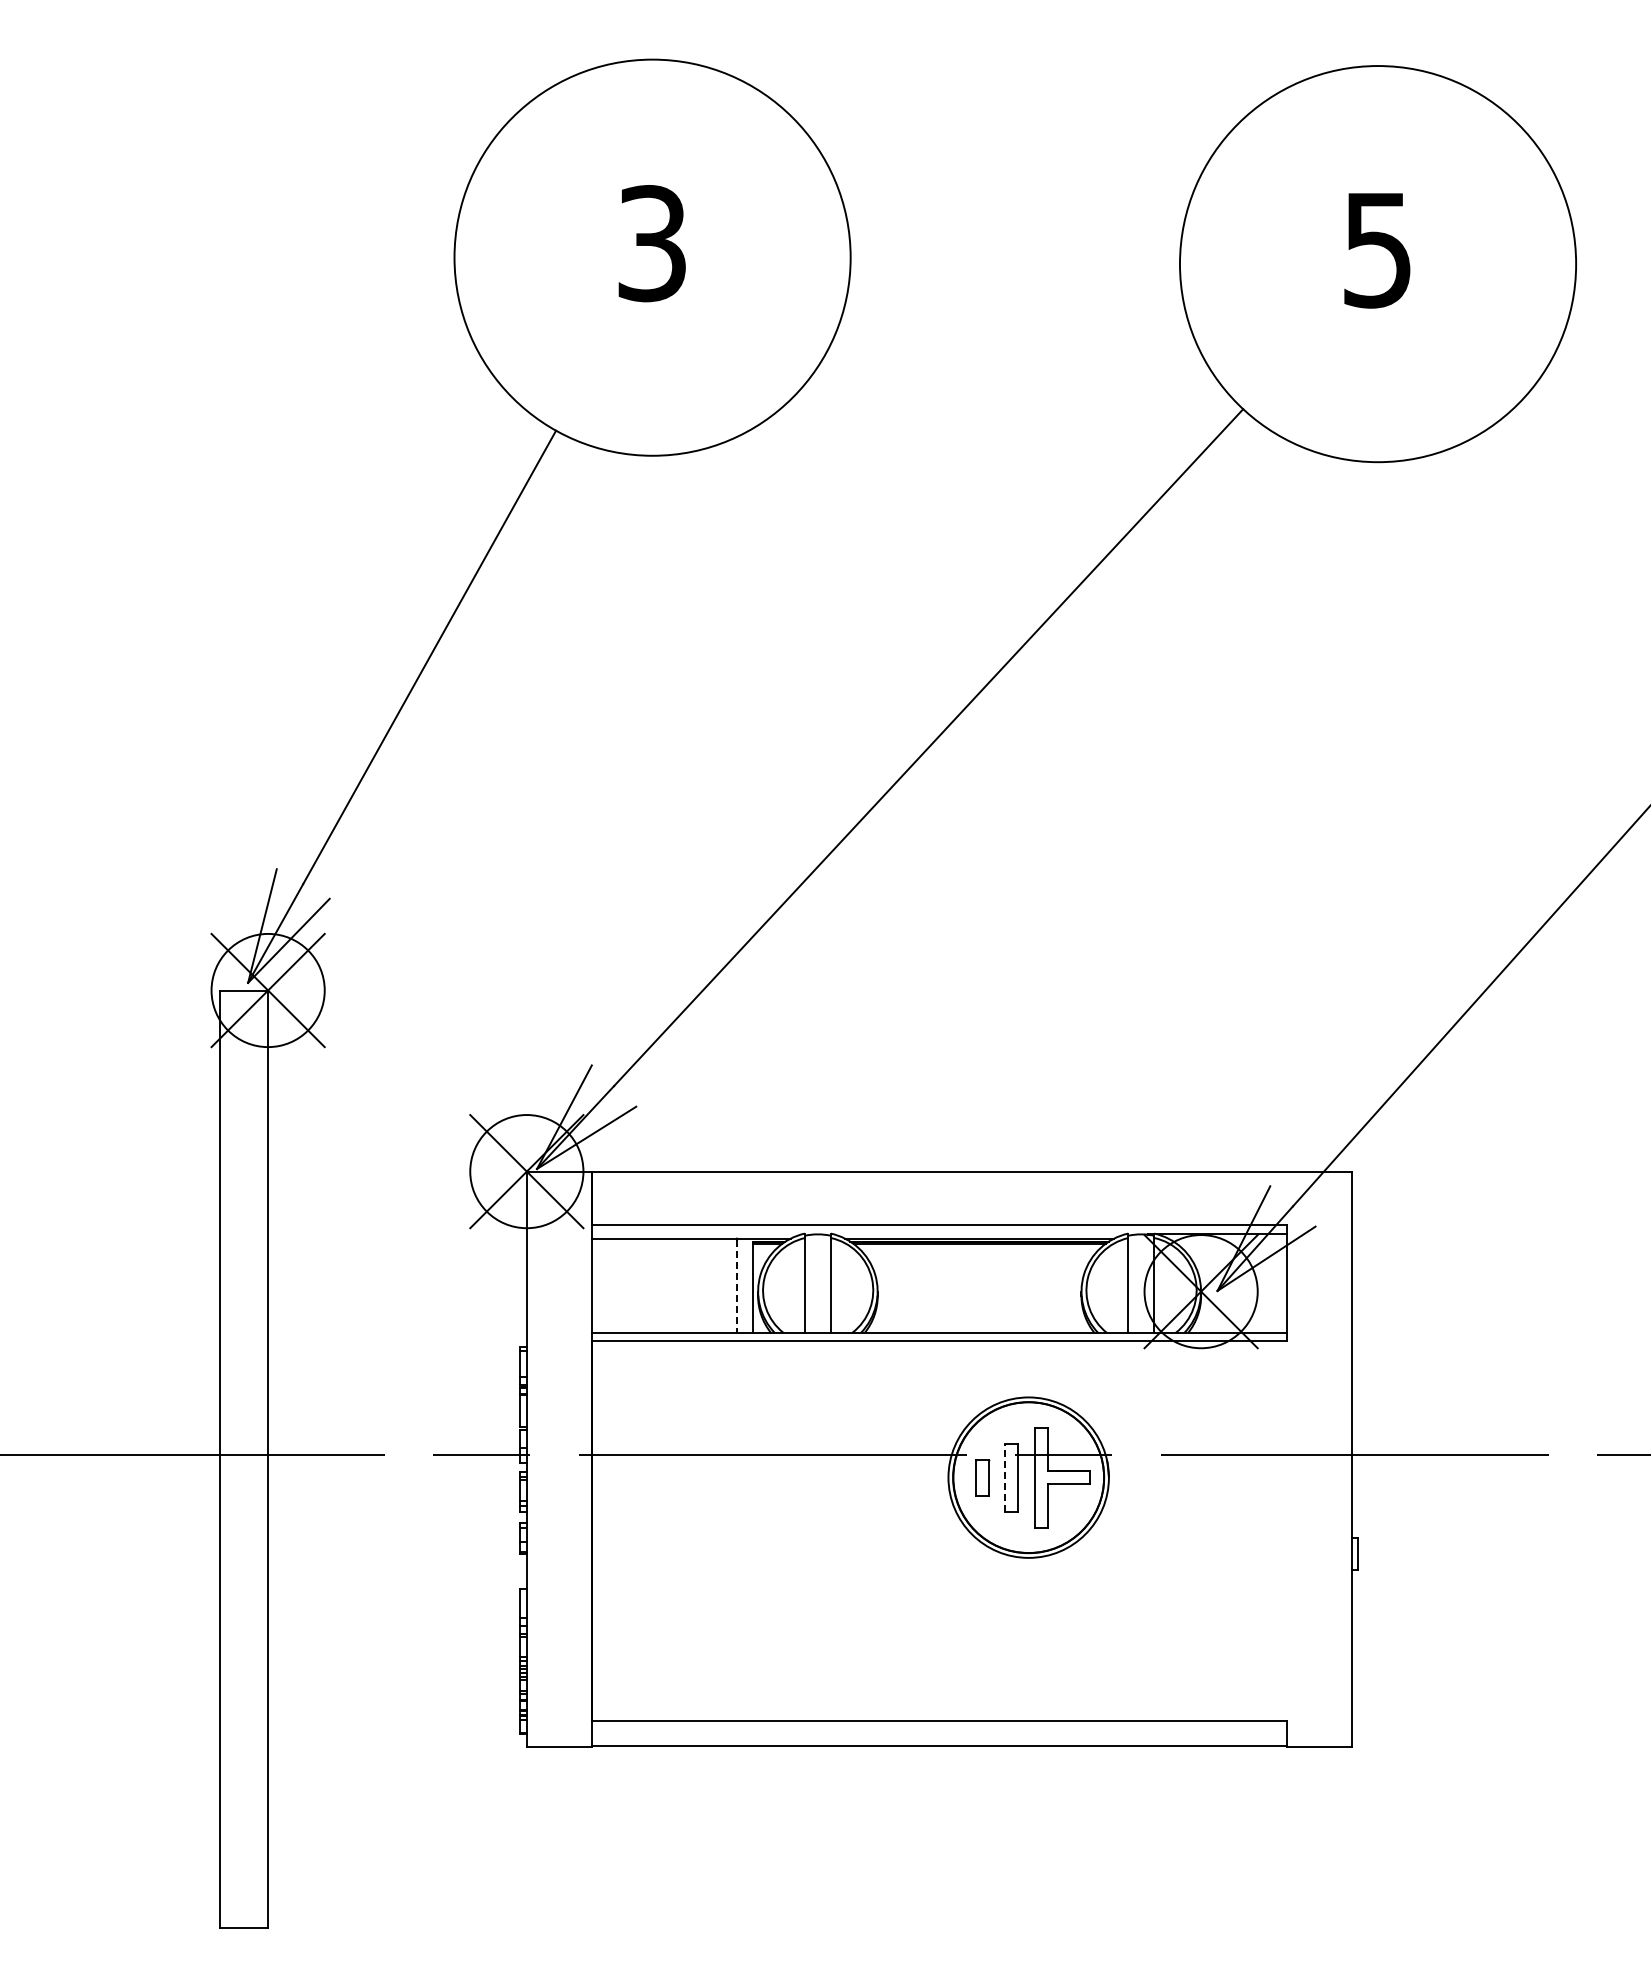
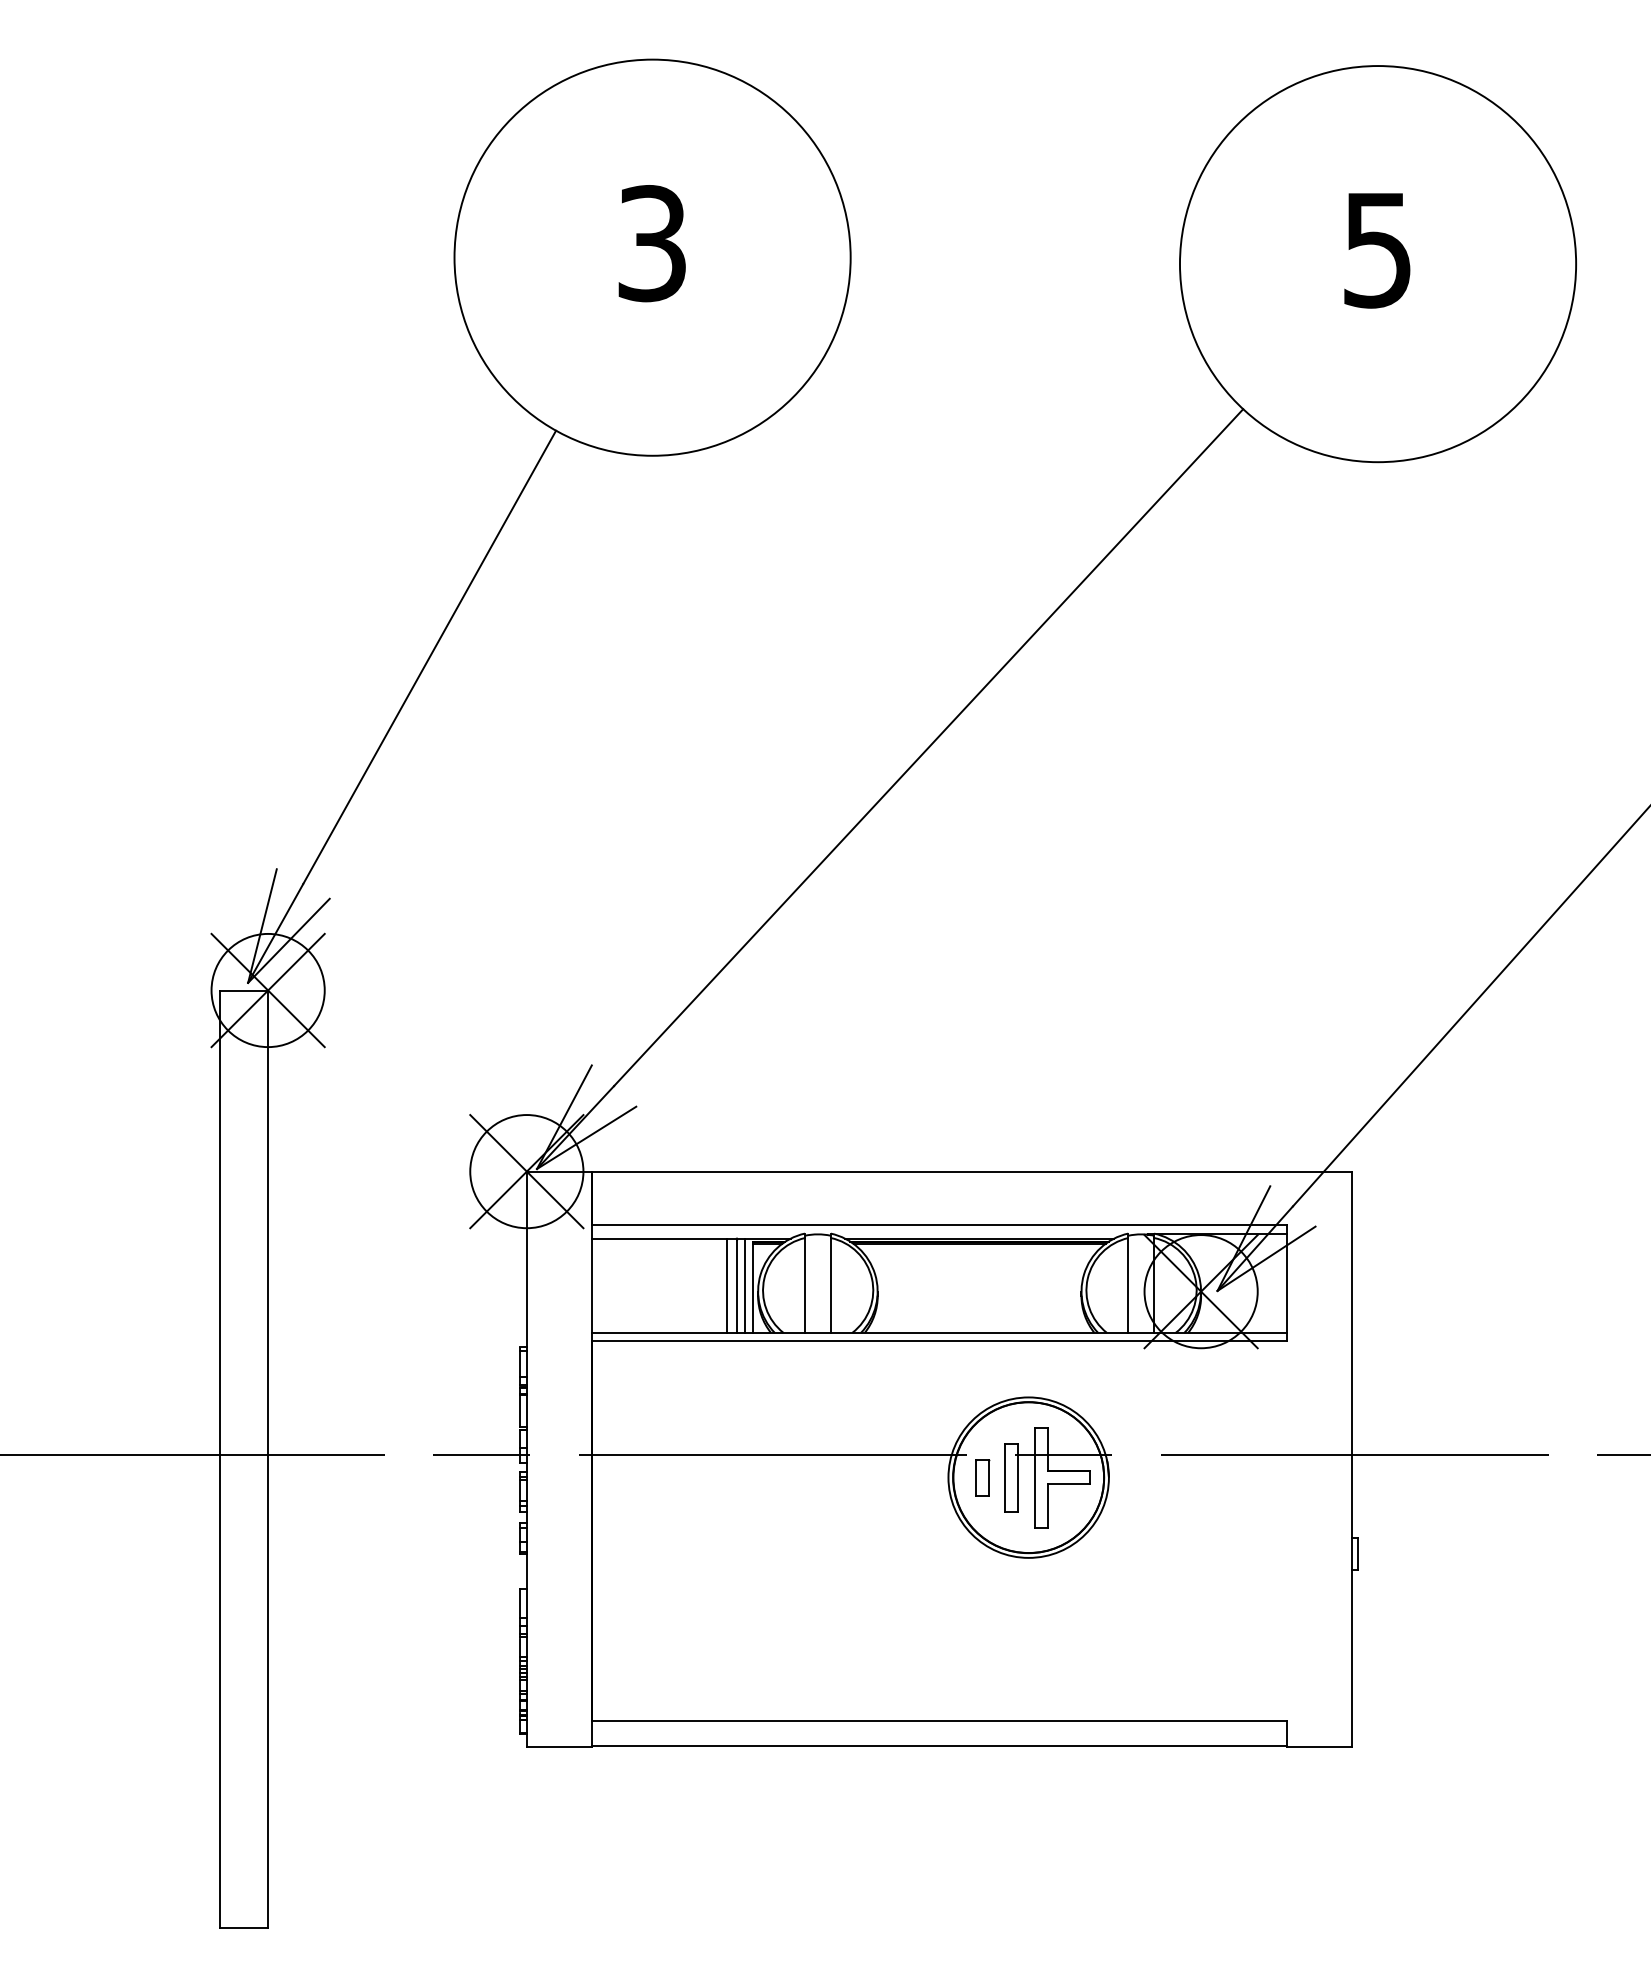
line at (727, 1285): none -> present
line at (745, 1285): none -> present
line at (737, 1287): dashed -> solid
line at (1005, 1477): dashed -> solid
